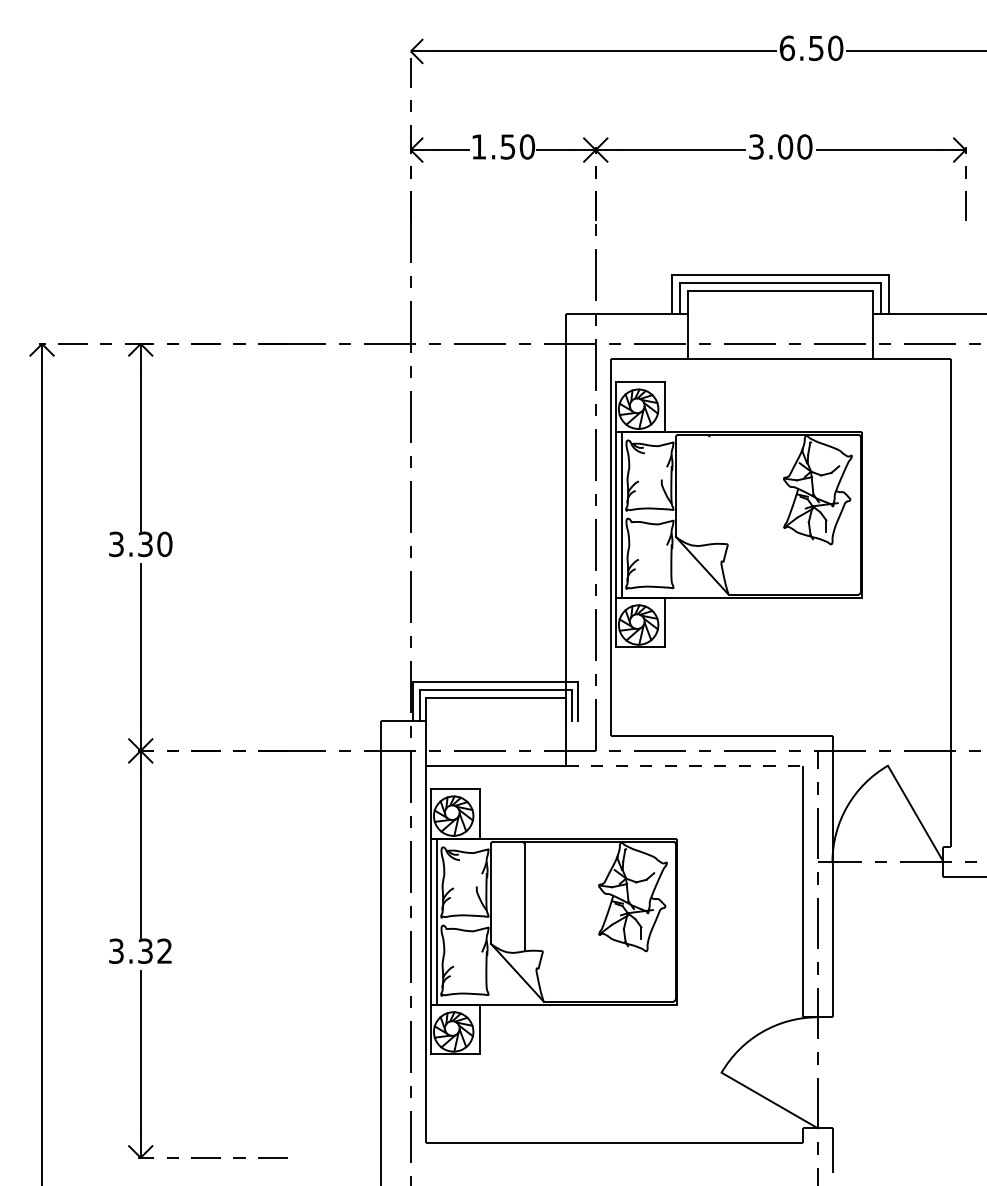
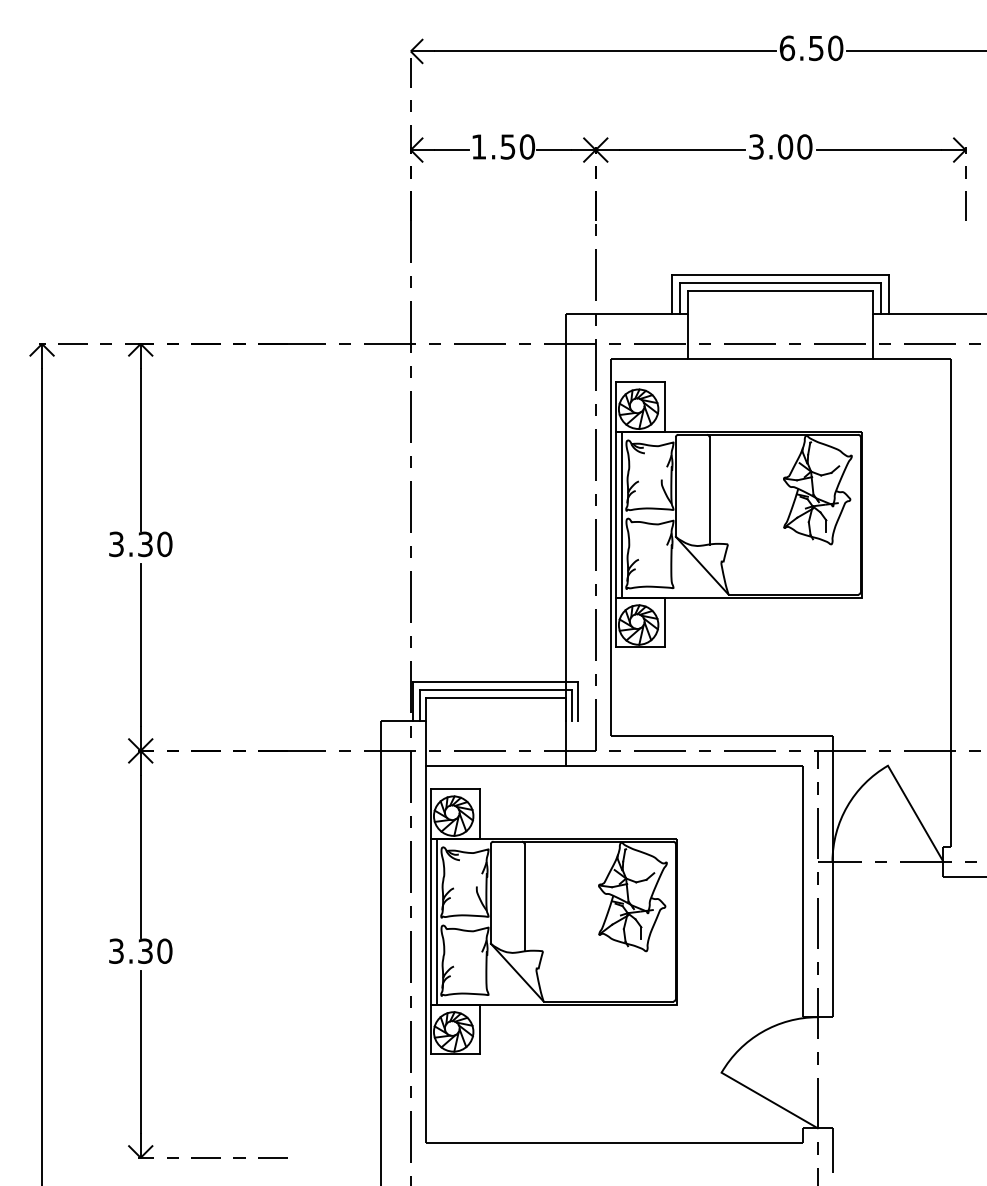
line at (709, 490): none -> present
line at (685, 765): dashed -> solid
text at (164, 950): 3.32 -> 3.30
